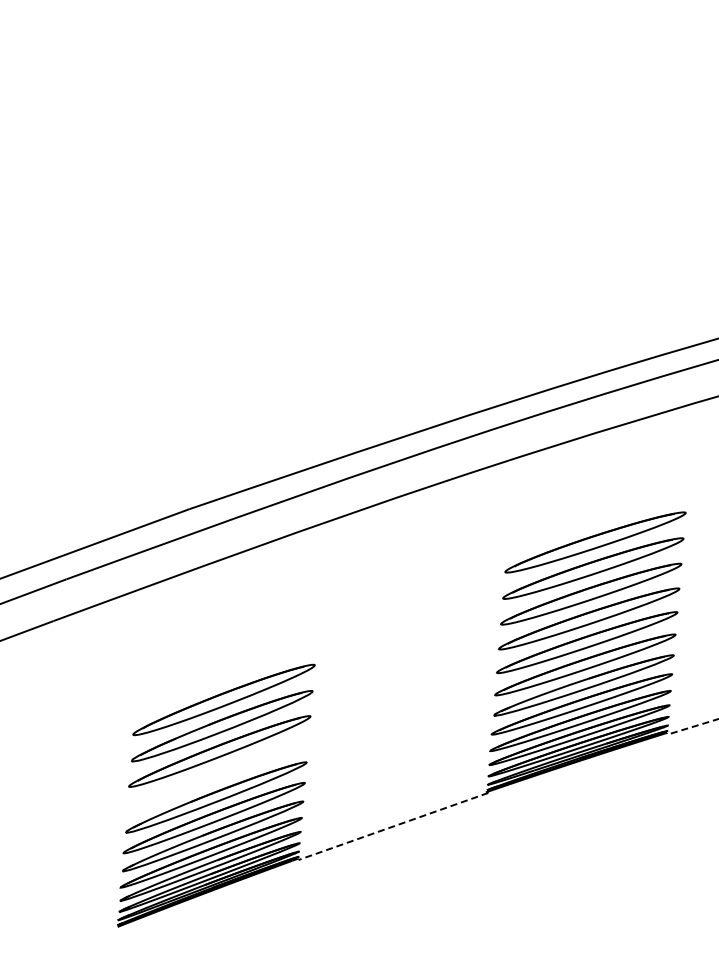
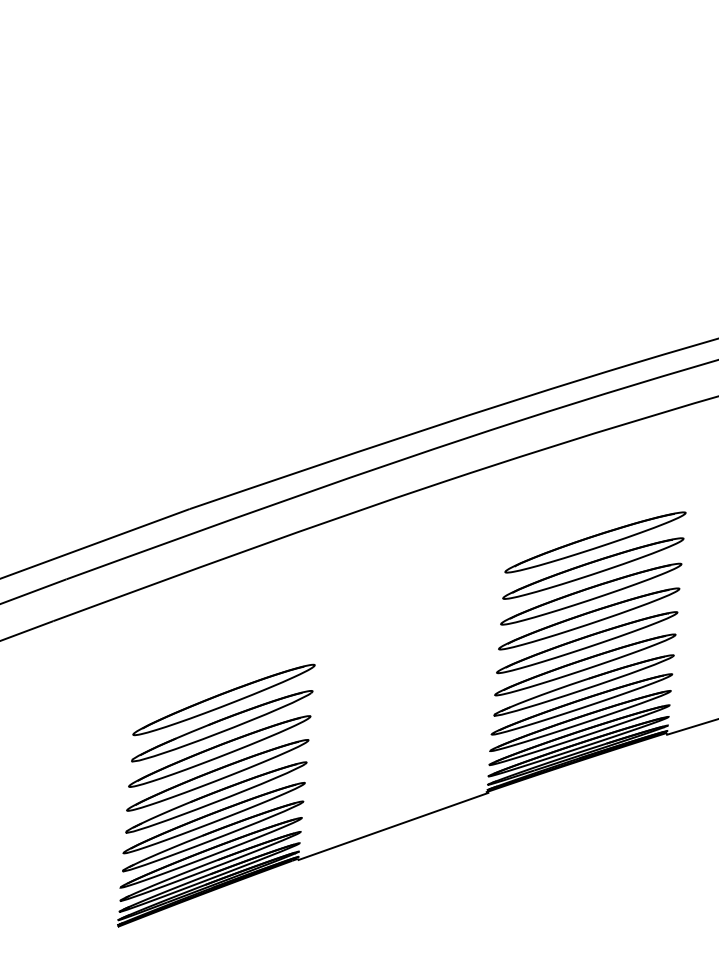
line at (692, 726): dashed -> solid
part at (217, 775): none -> present
line at (393, 826): dashed -> solid
